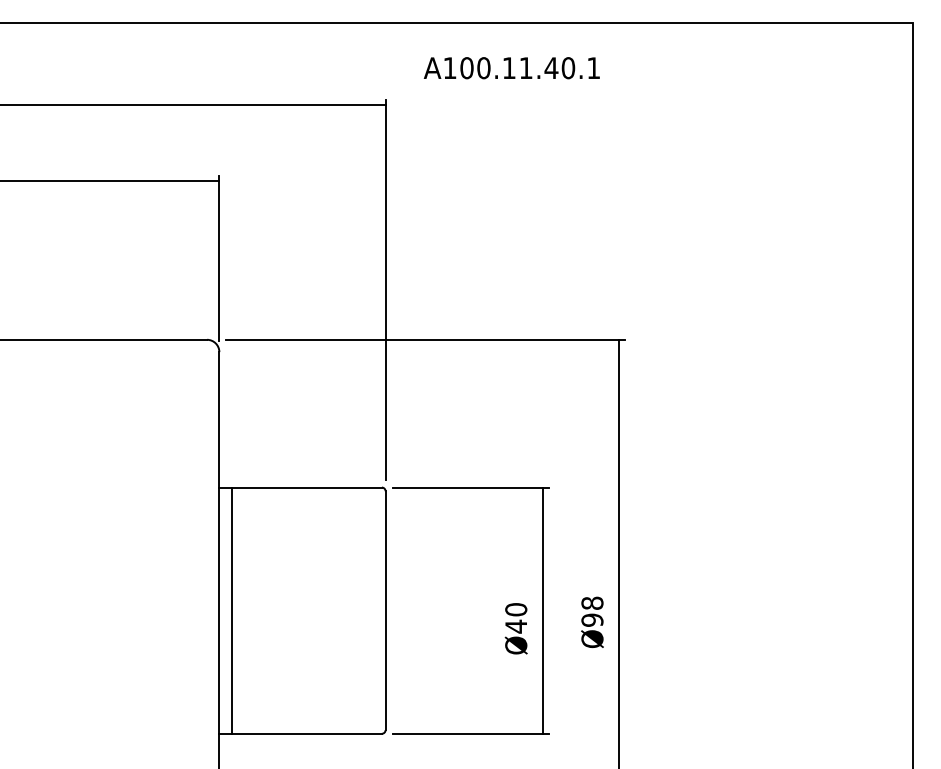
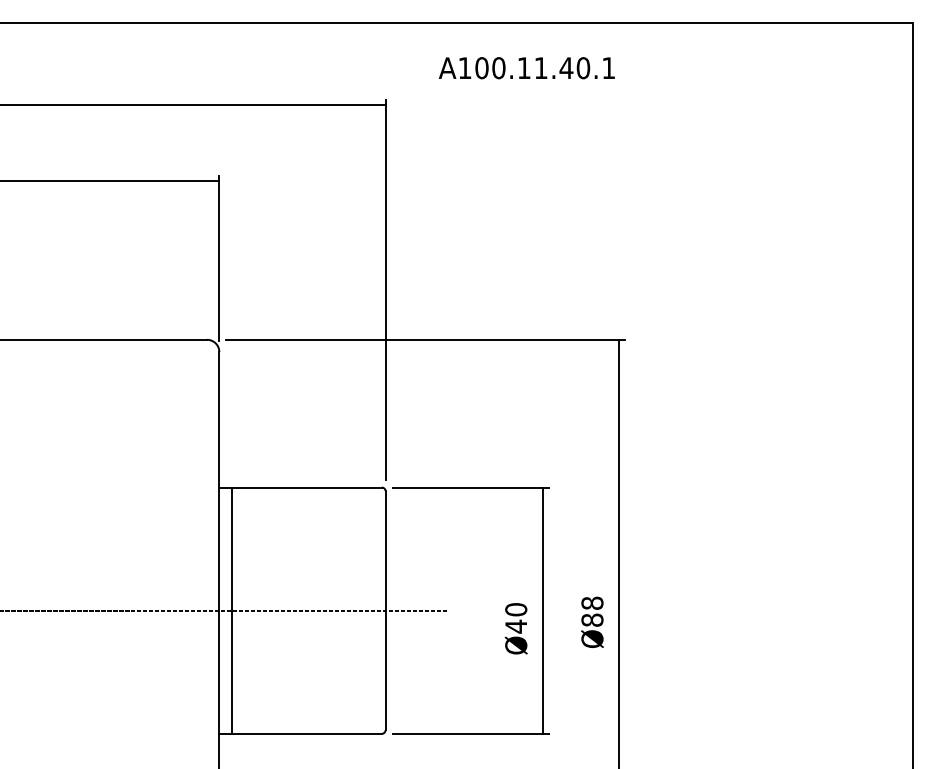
text at (511, 68) position: (511, 68) -> (526, 68)
line at (224, 610): none -> present
text at (592, 619): Ø98 -> Ø88
